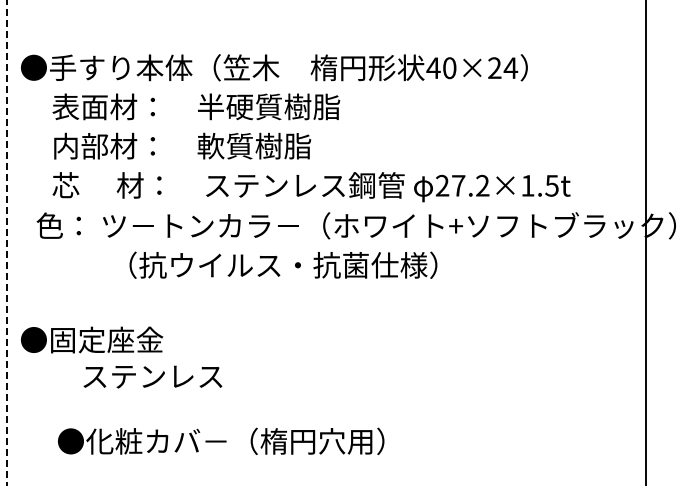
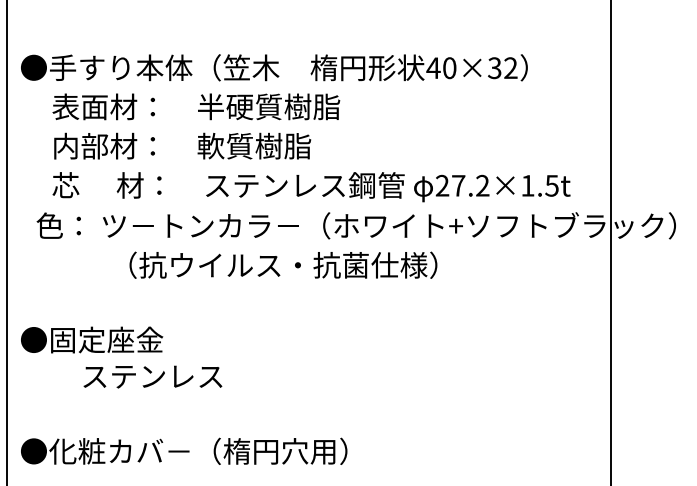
text at (503, 68): 40×24 -> 40×32
line at (7, 242): dashed -> solid
line at (646, 242) position: (646, 242) -> (611, 242)
text at (221, 440) position: (221, 440) -> (184, 450)
